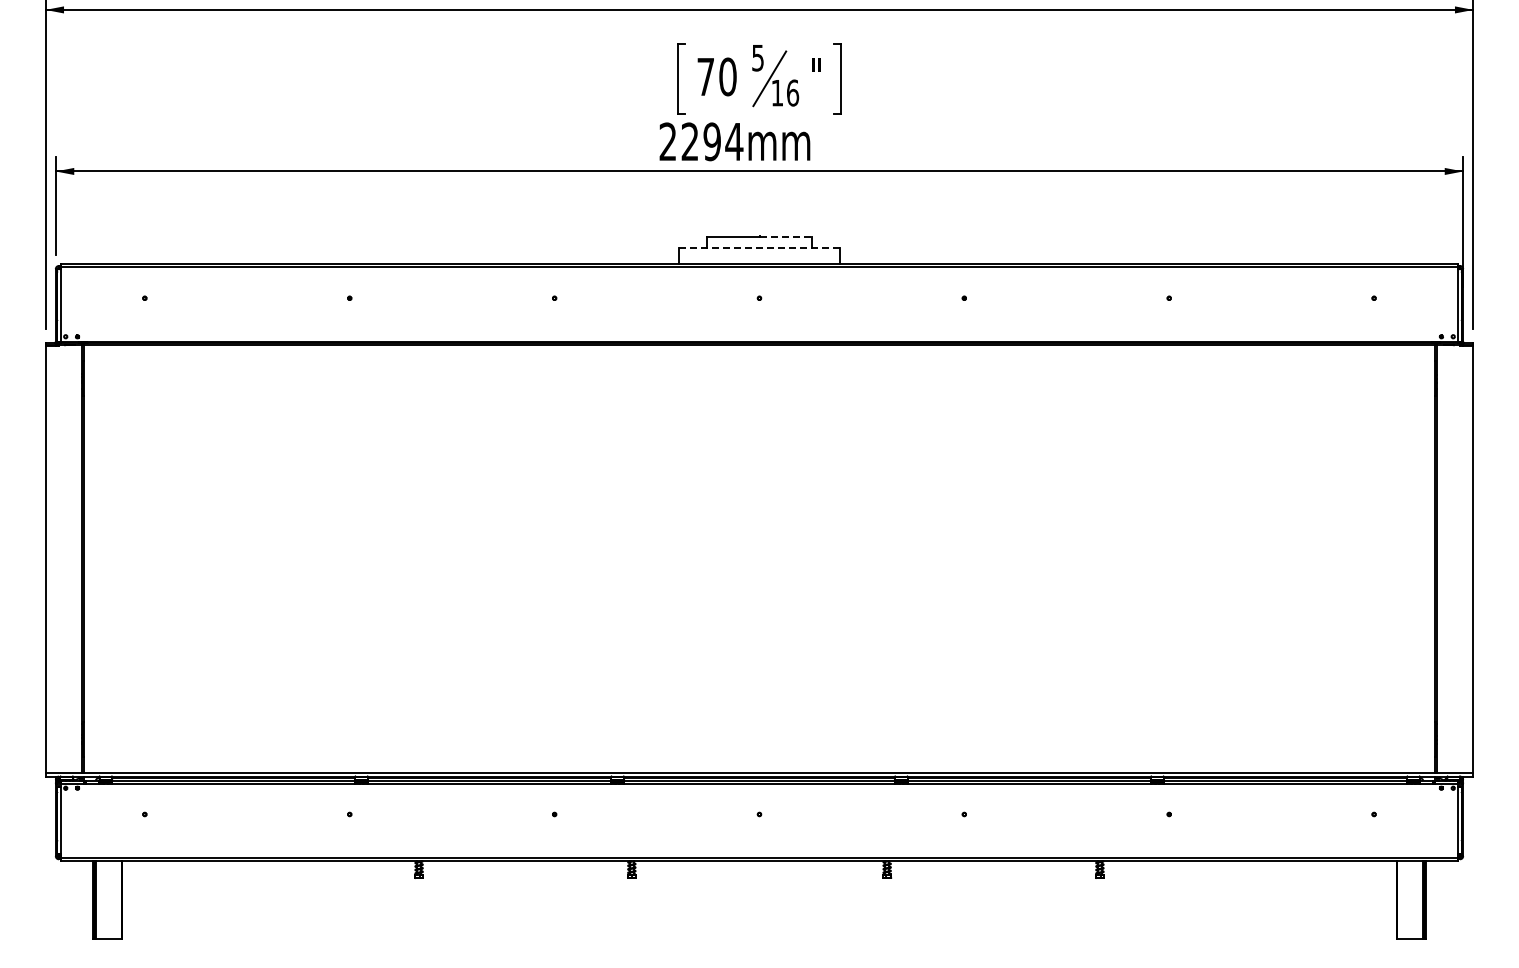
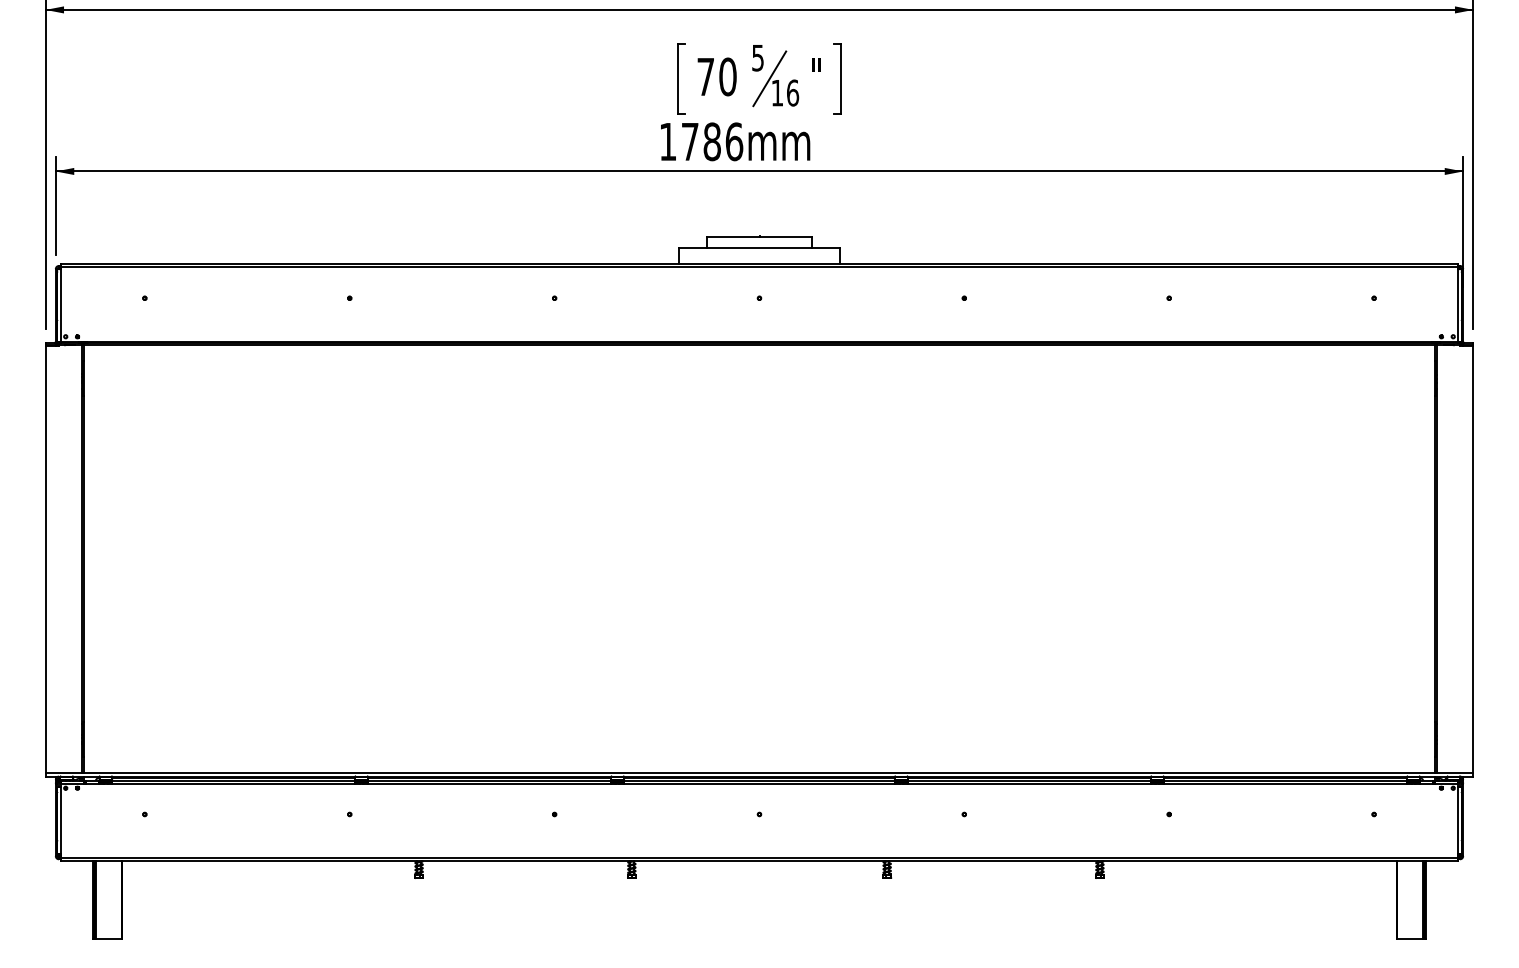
text at (701, 141): 2294mm -> 1786mm
line at (785, 236): dashed -> solid
line at (759, 247): dashed -> solid
